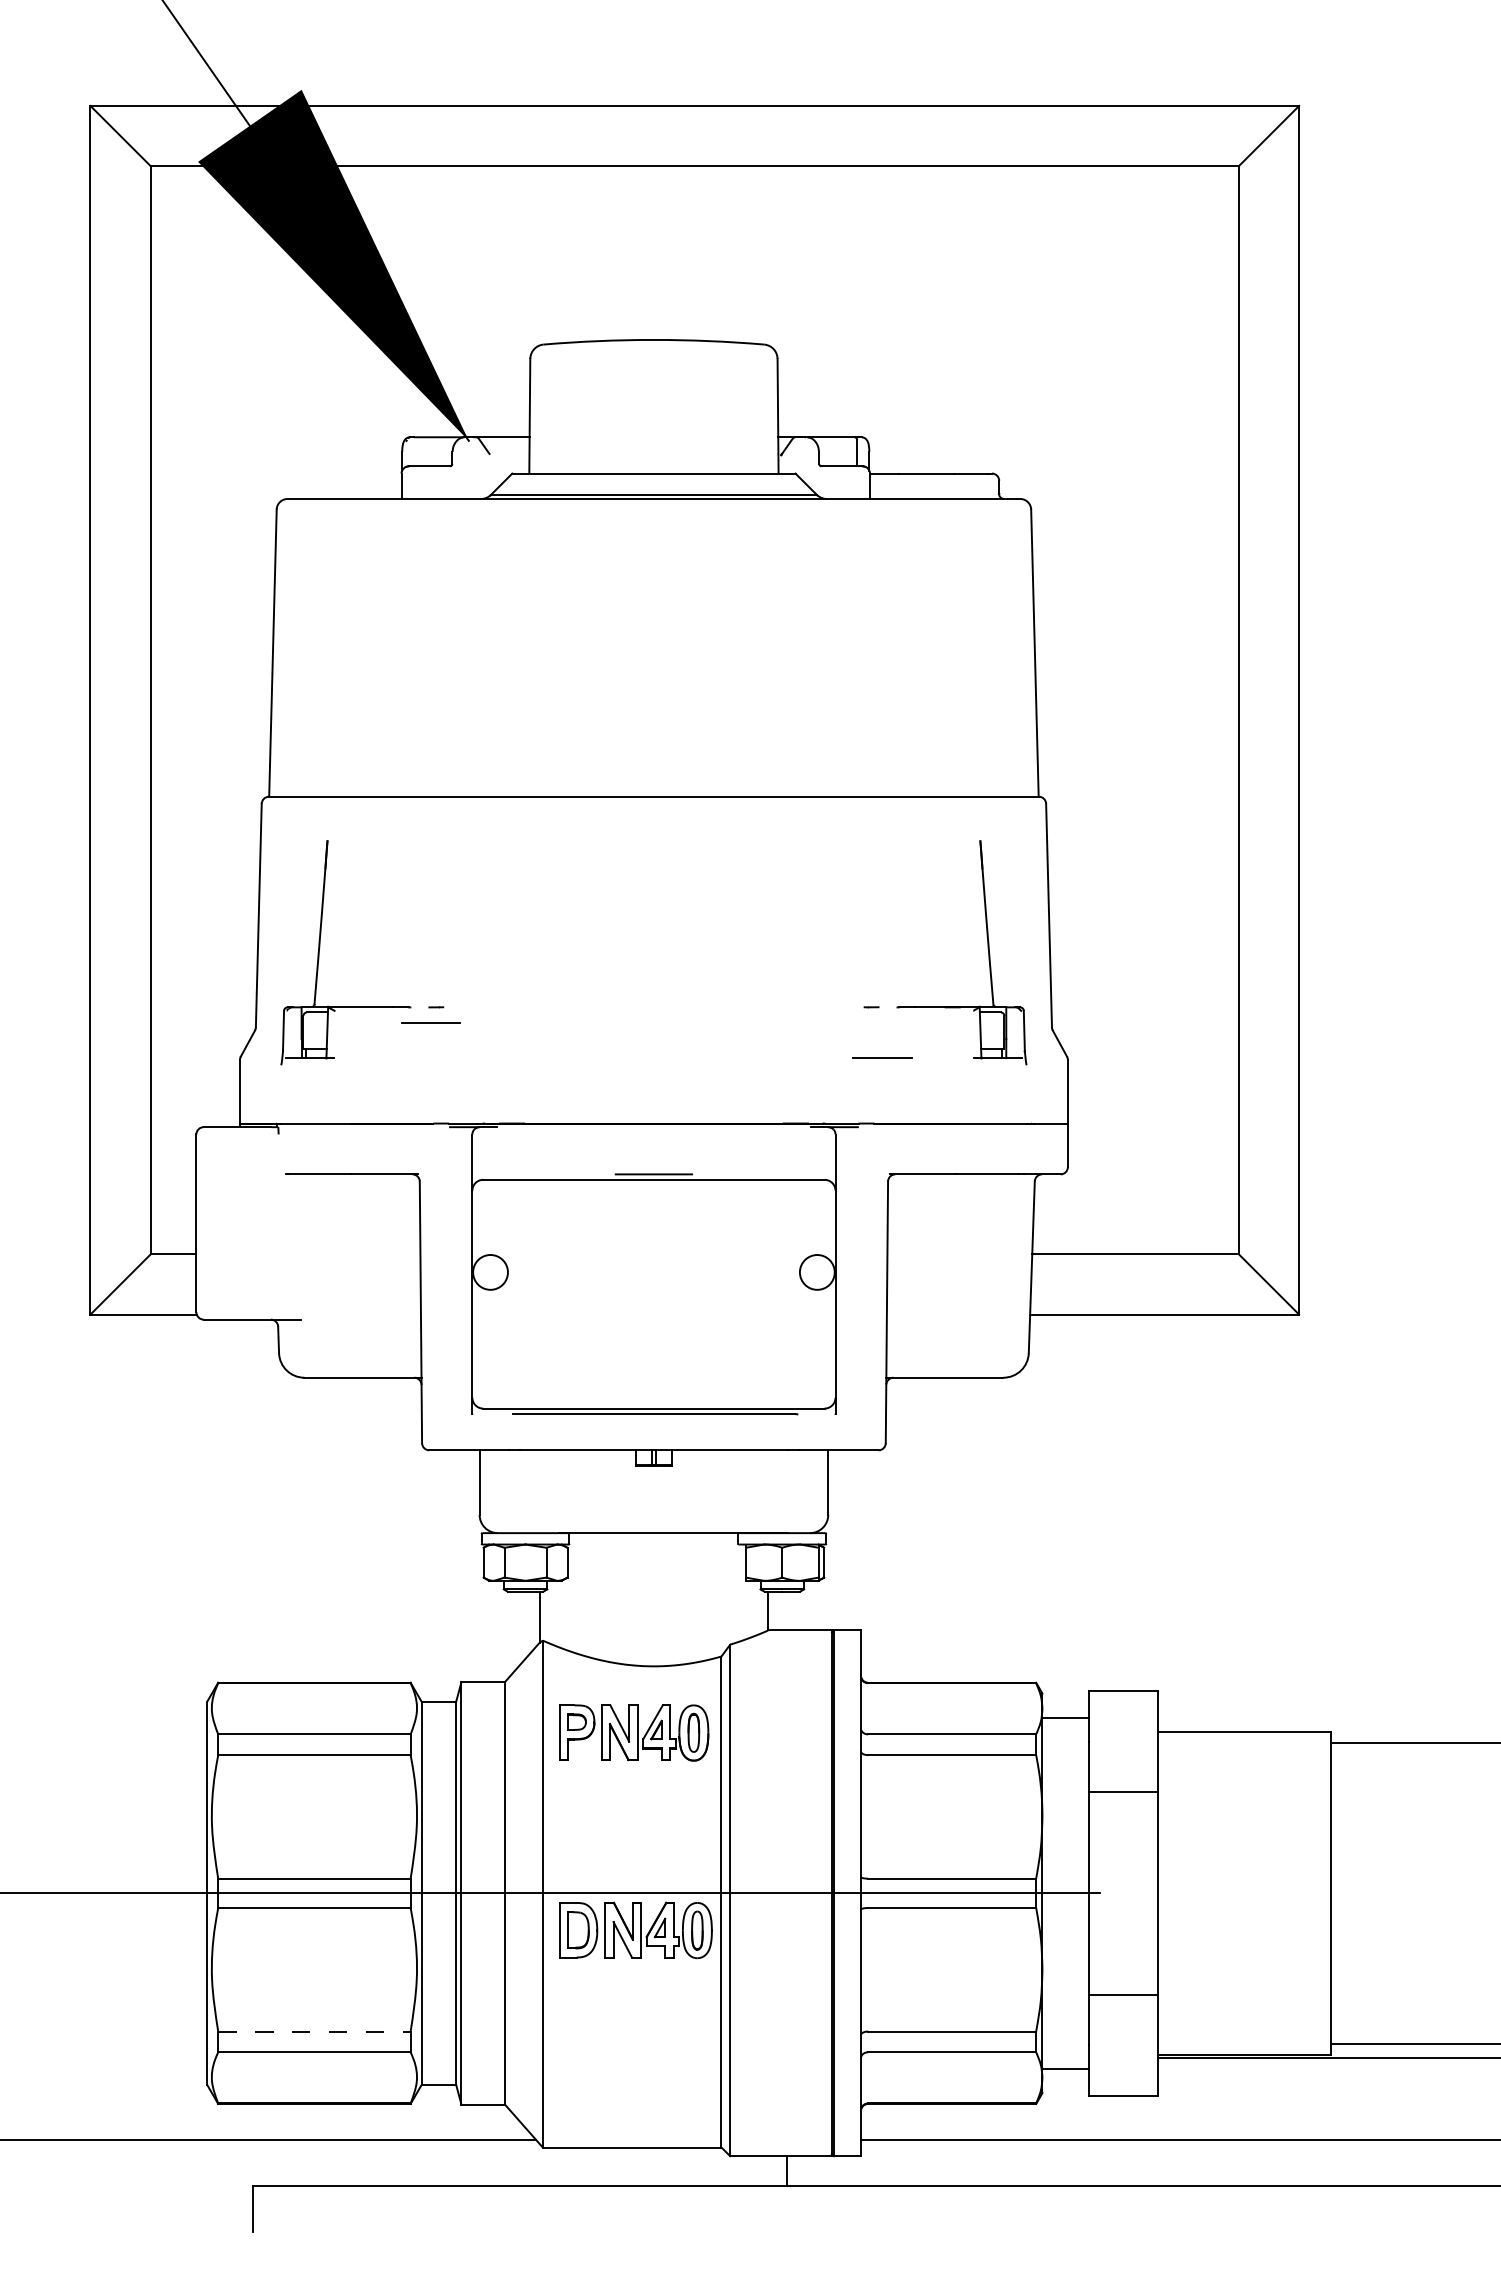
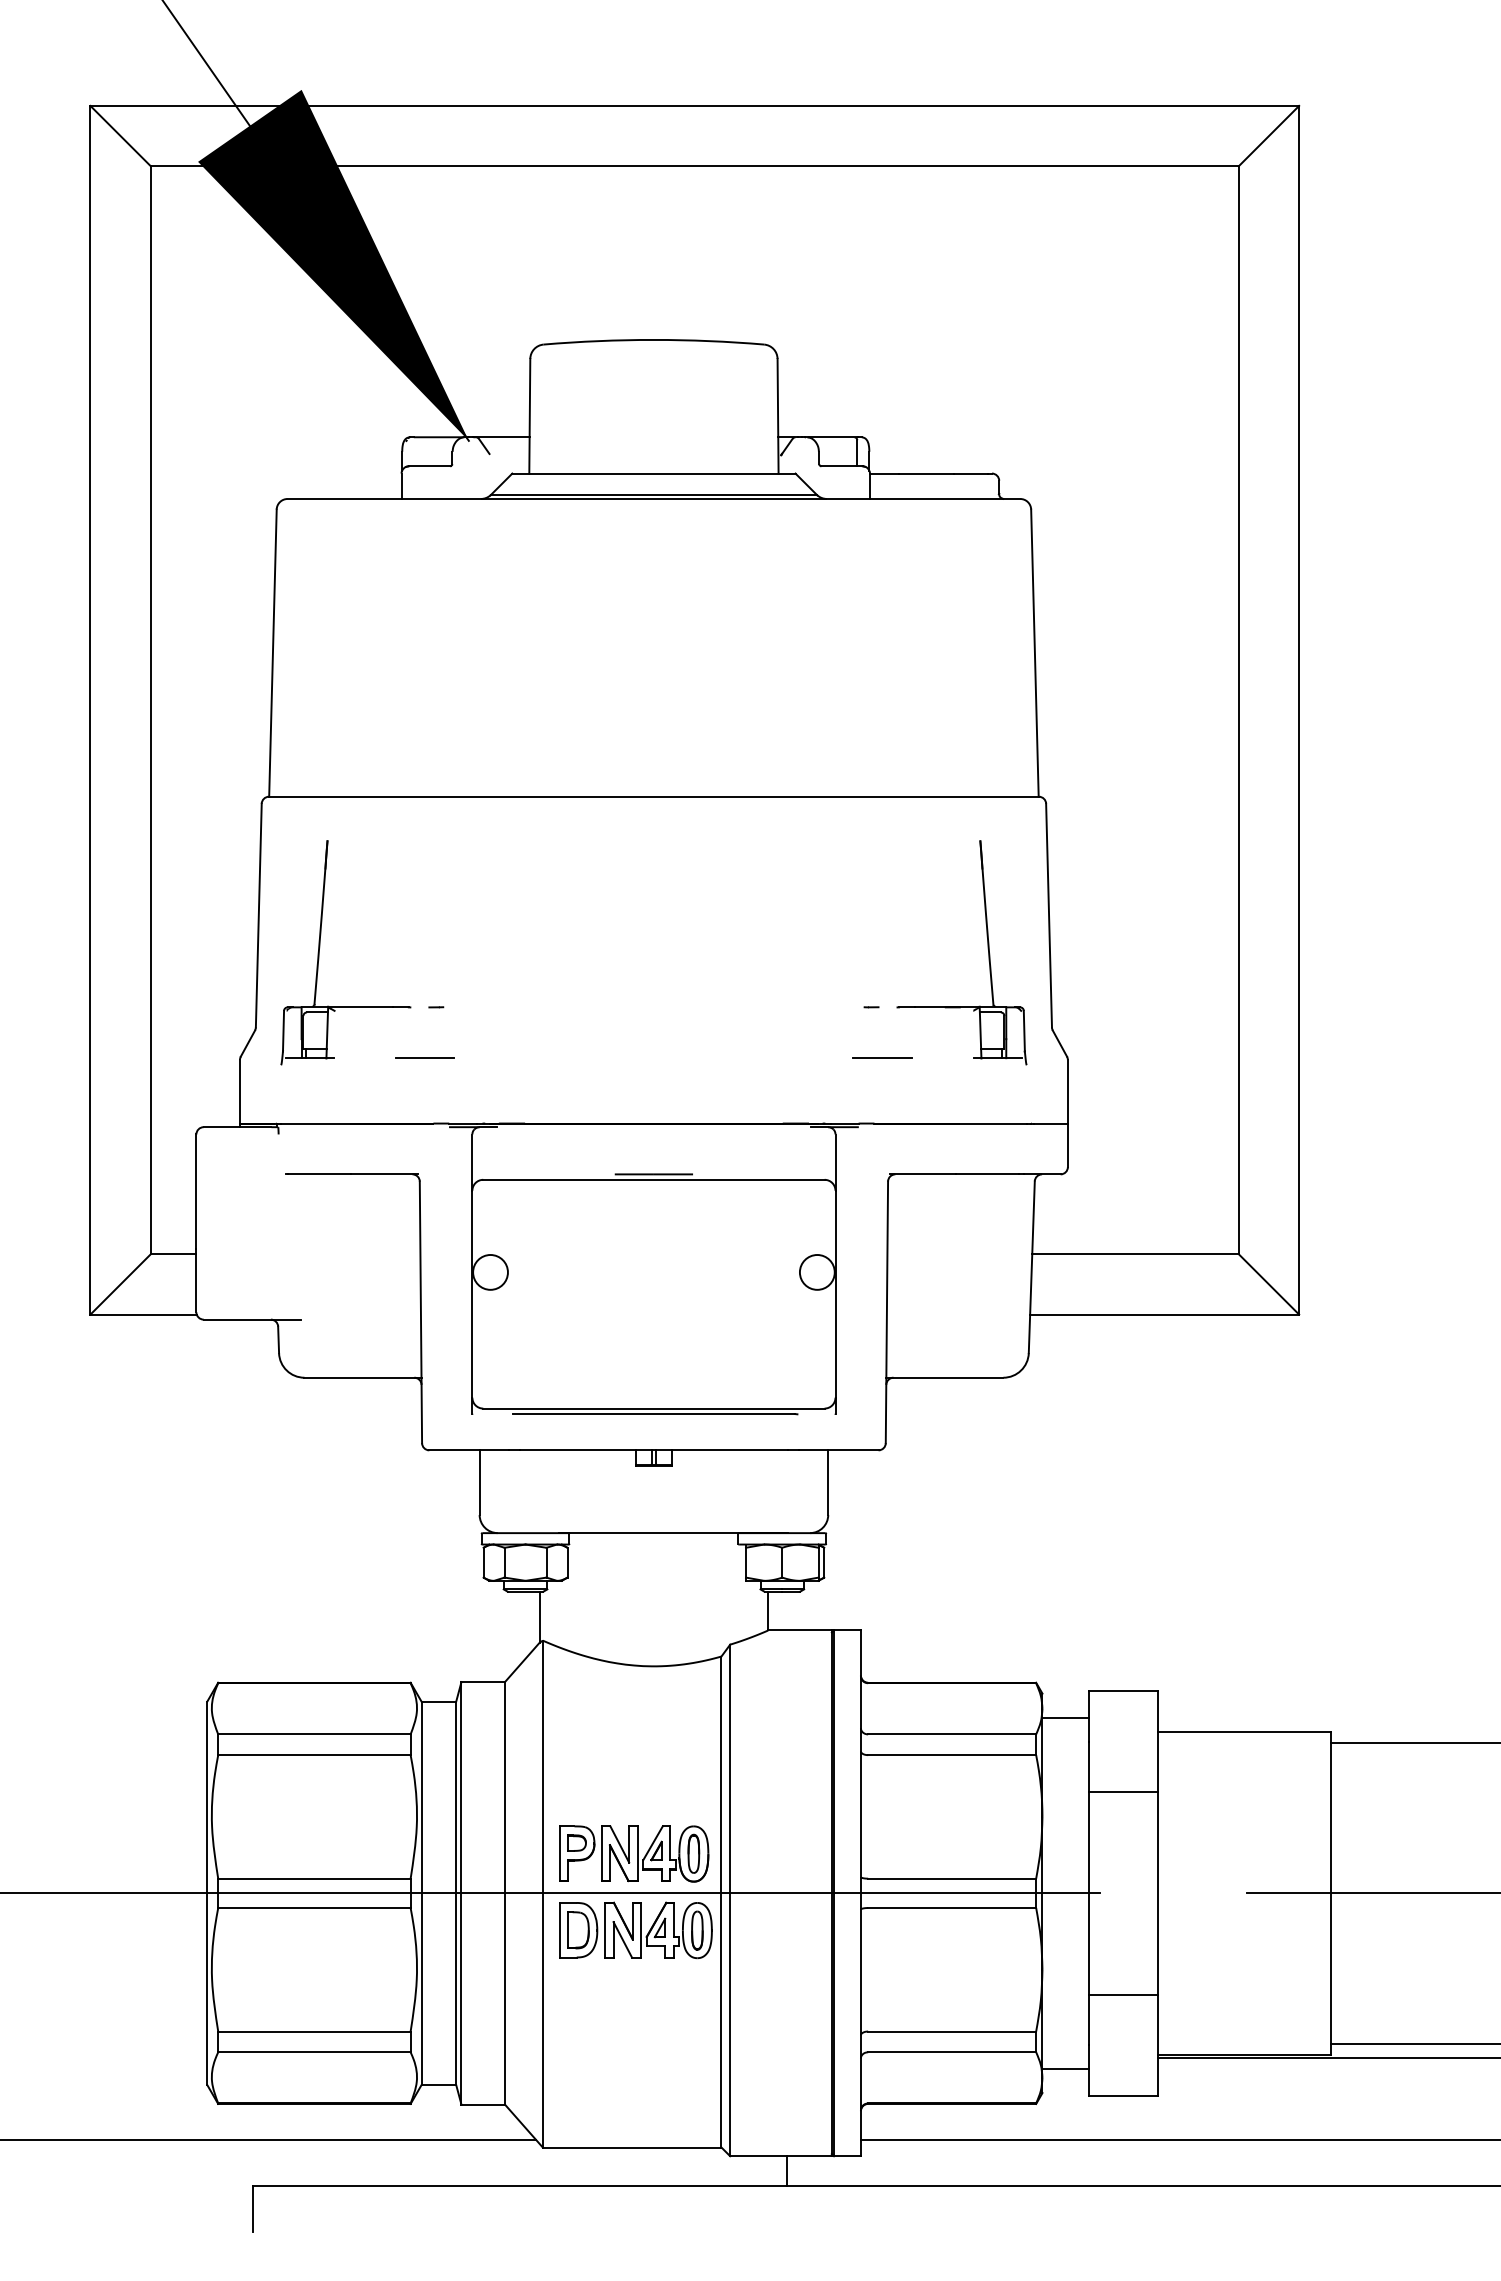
line at (430, 1022) position: (430, 1022) -> (424, 1057)
part at (634, 1732) position: (634, 1732) -> (634, 1853)
line at (1372, 1893): none -> present
line at (314, 2031): dashed -> solid
